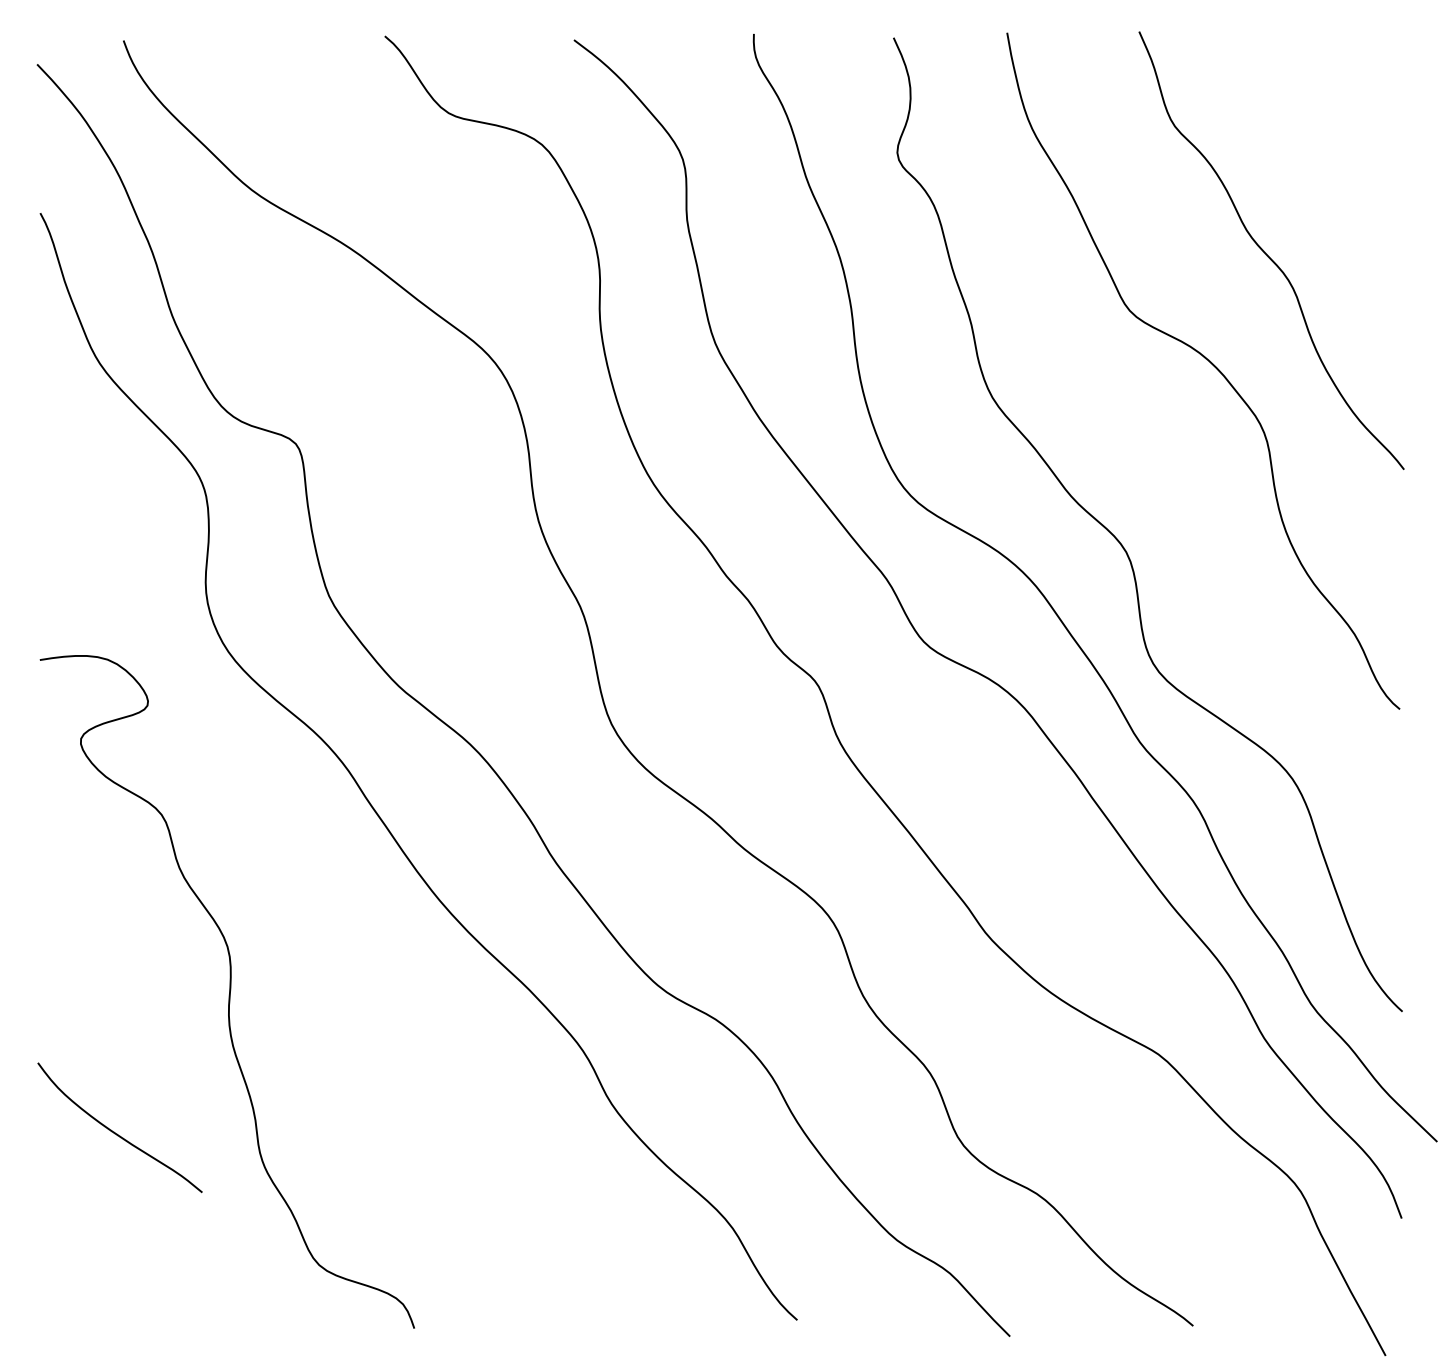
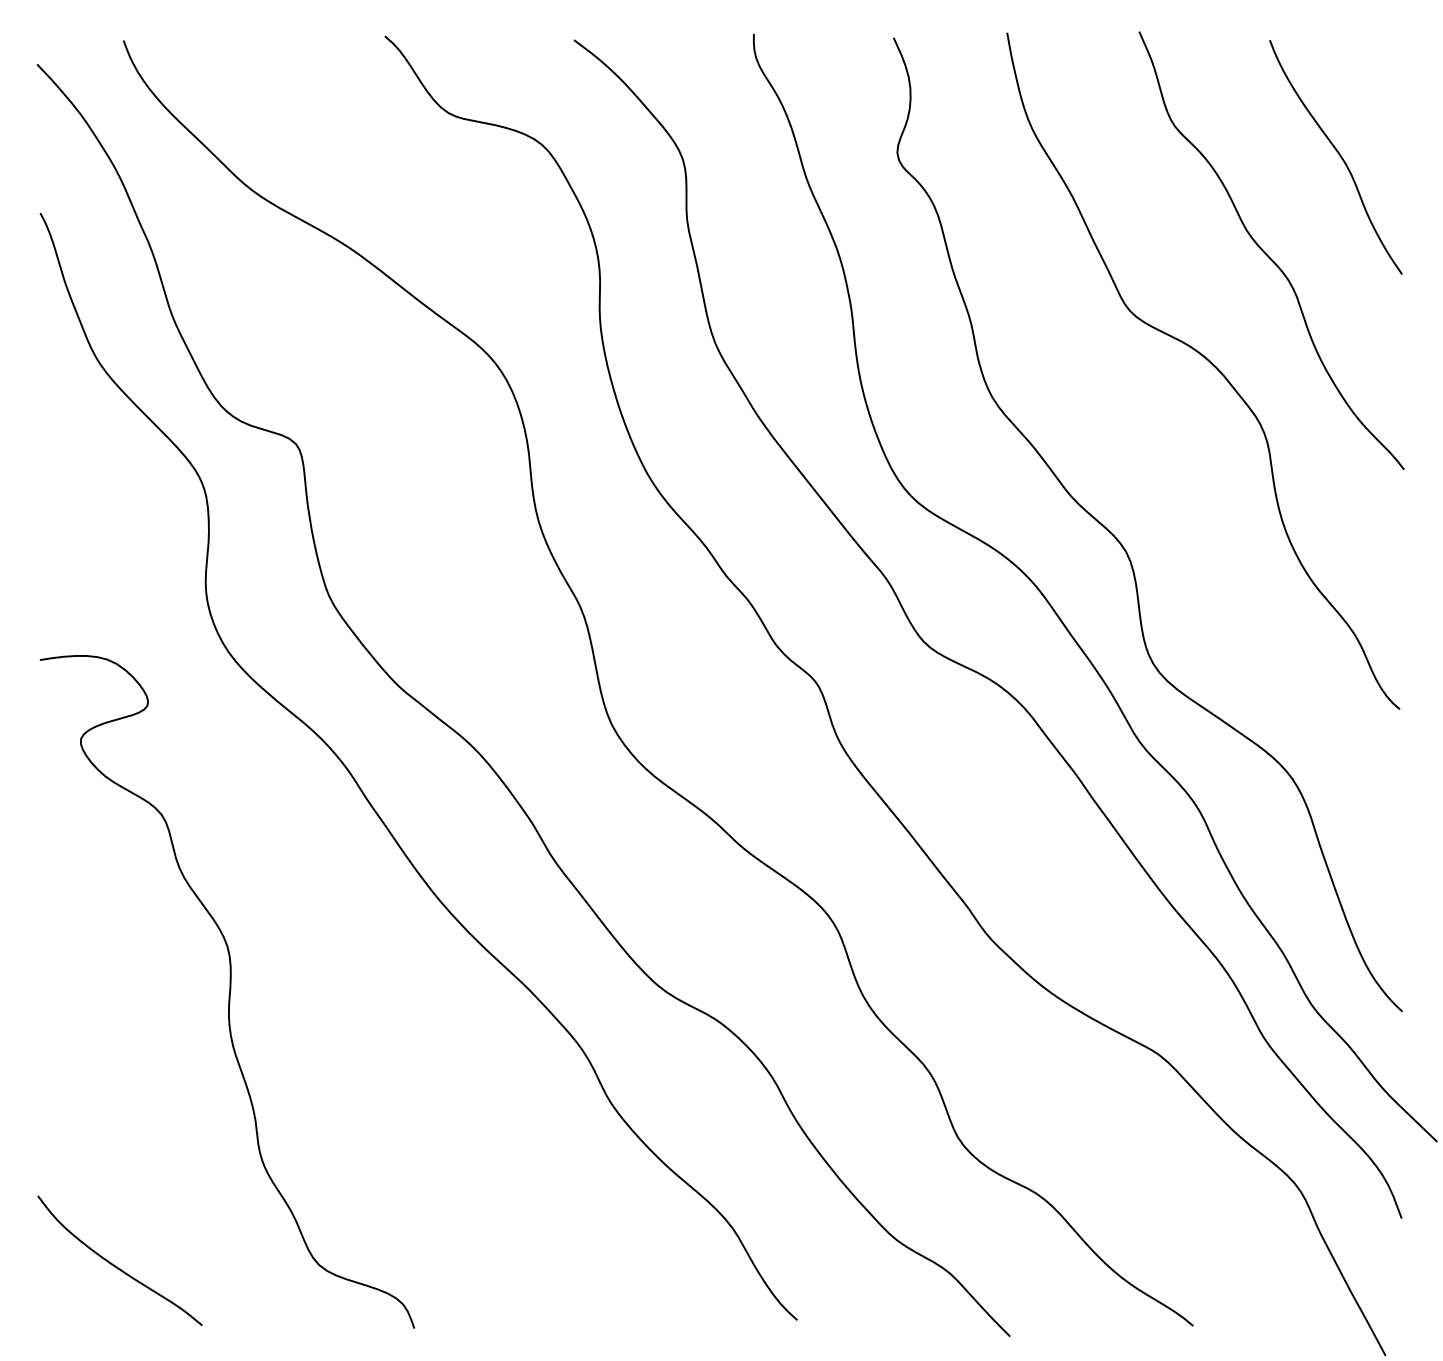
curve at (1339, 156): none -> present
curve at (117, 1133) position: (117, 1133) -> (117, 1266)
